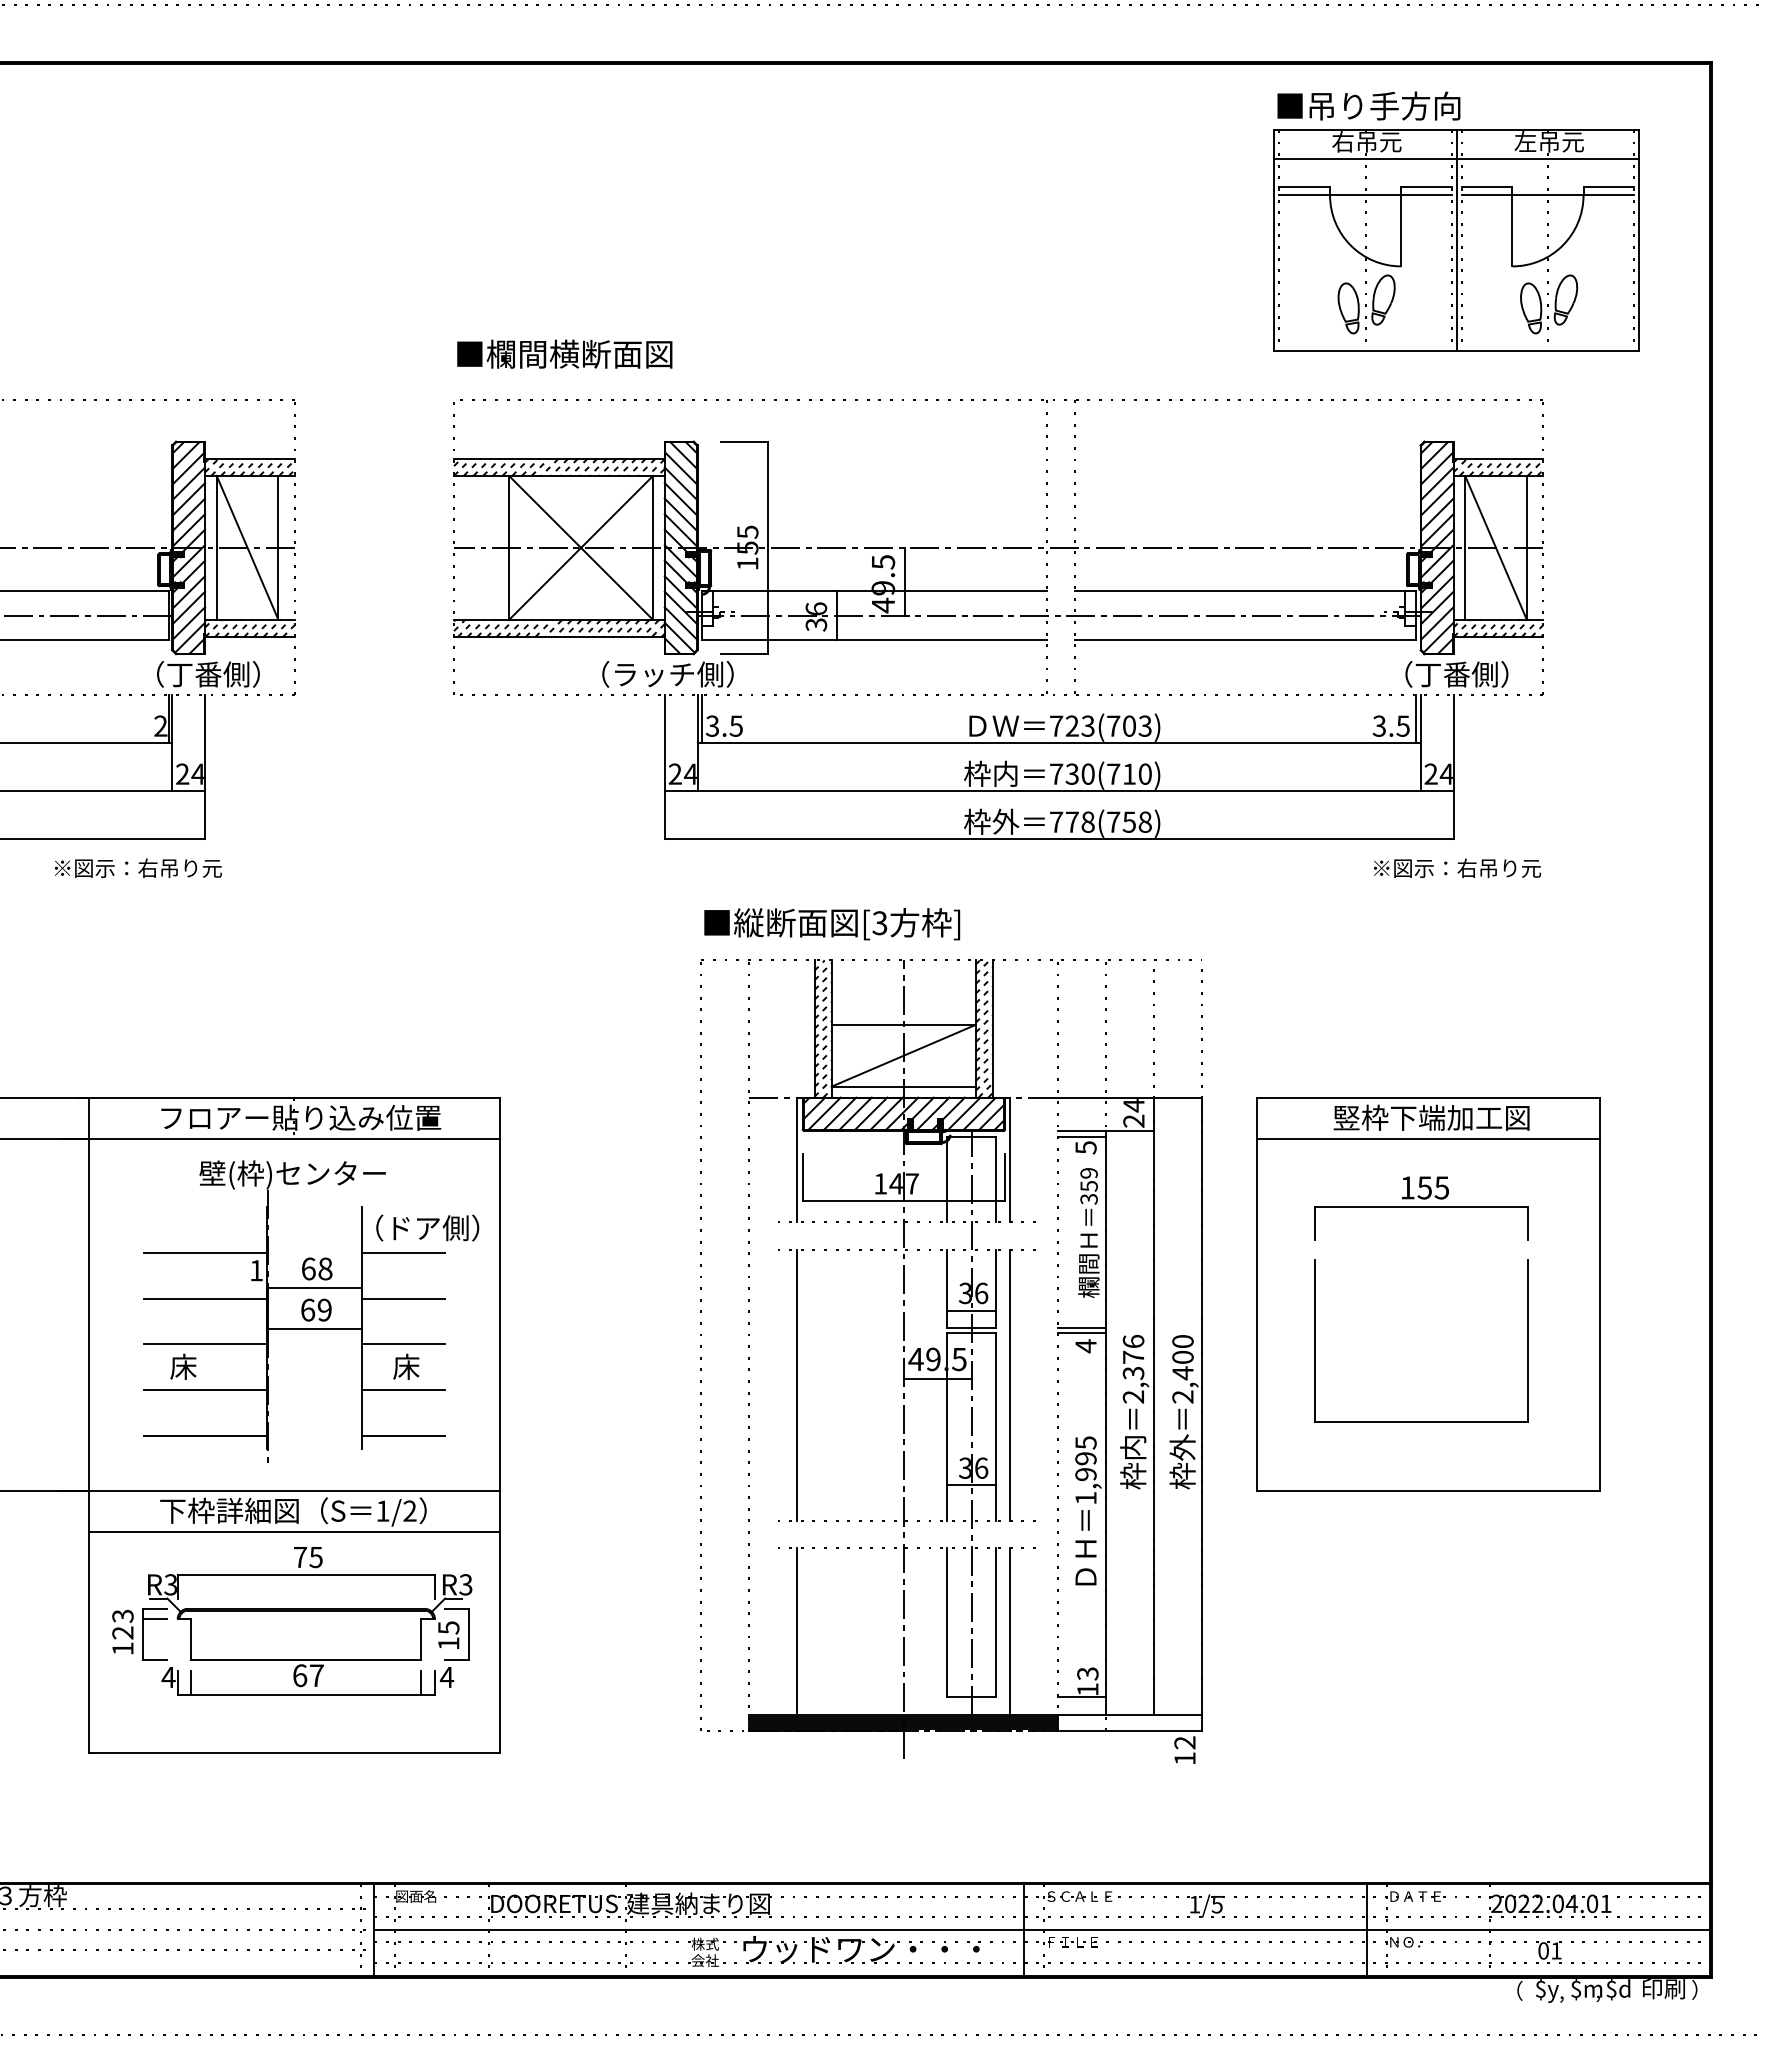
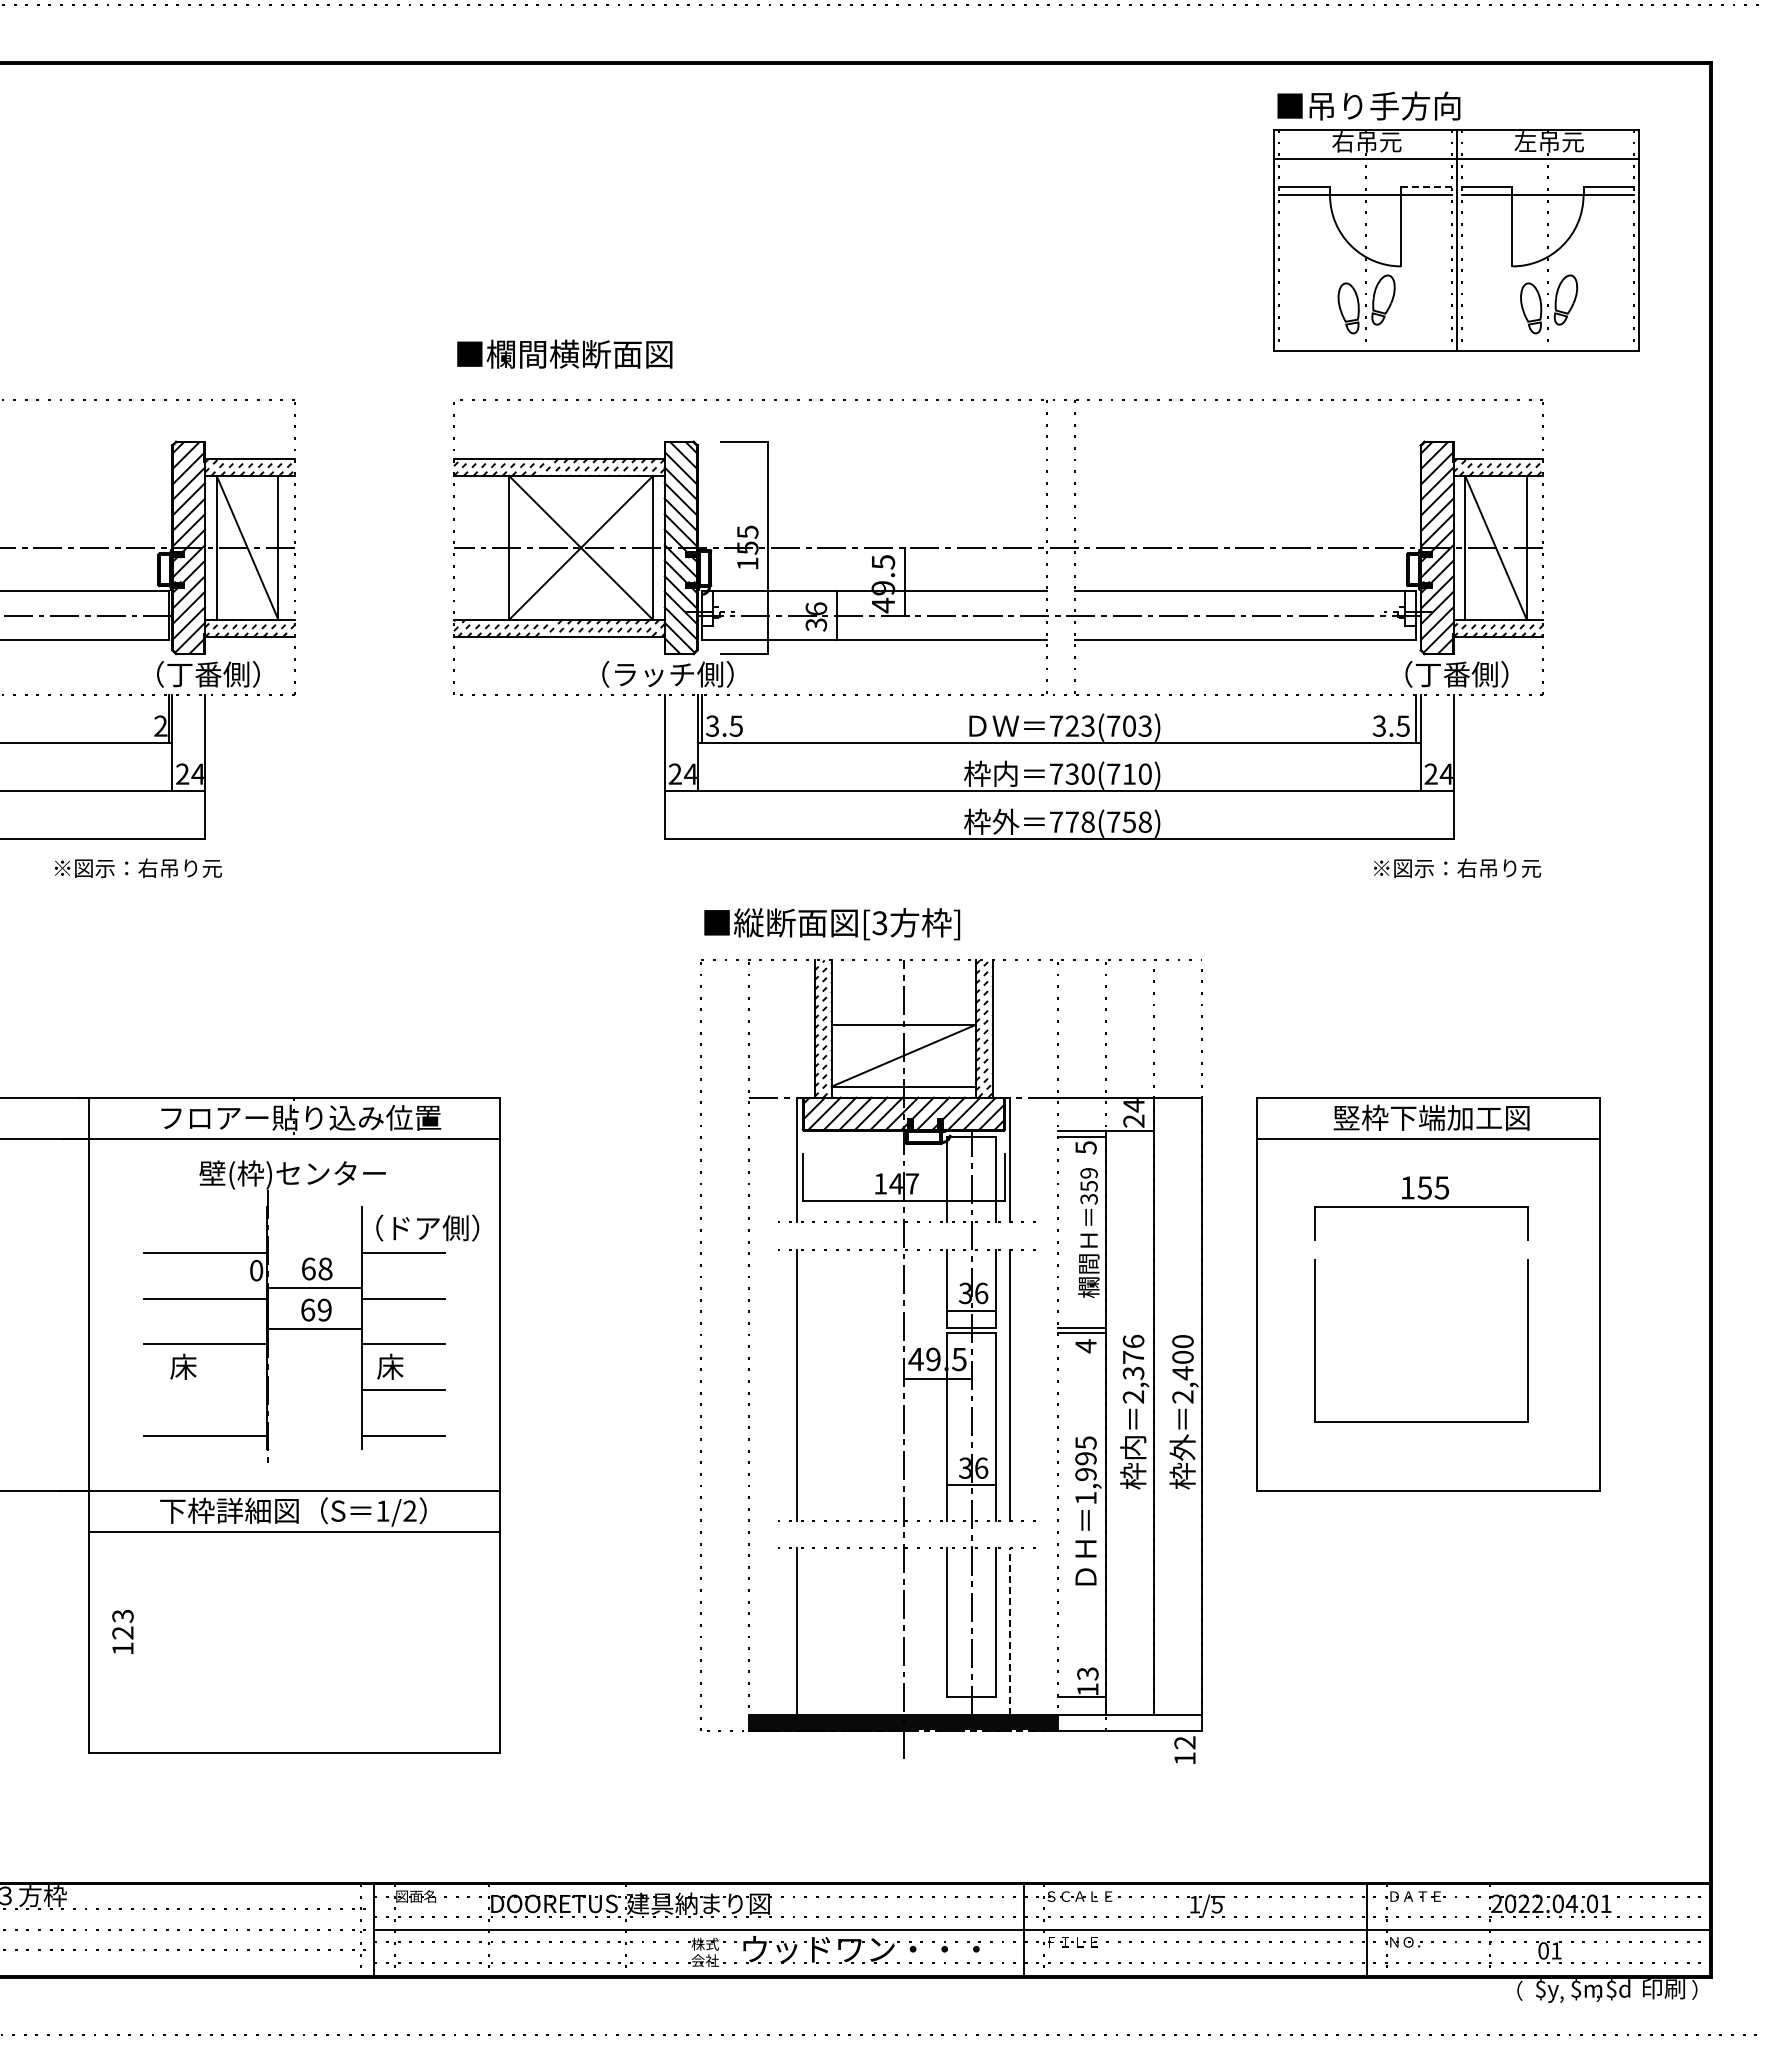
line at (1427, 186): solid -> dashed
text at (256, 1270): 1 -> 0
text at (406, 1366) position: (406, 1366) -> (390, 1366)
line at (204, 1390): present -> none
part at (307, 1621): present -> none
line at (1009, 1630): solid -> dashed
